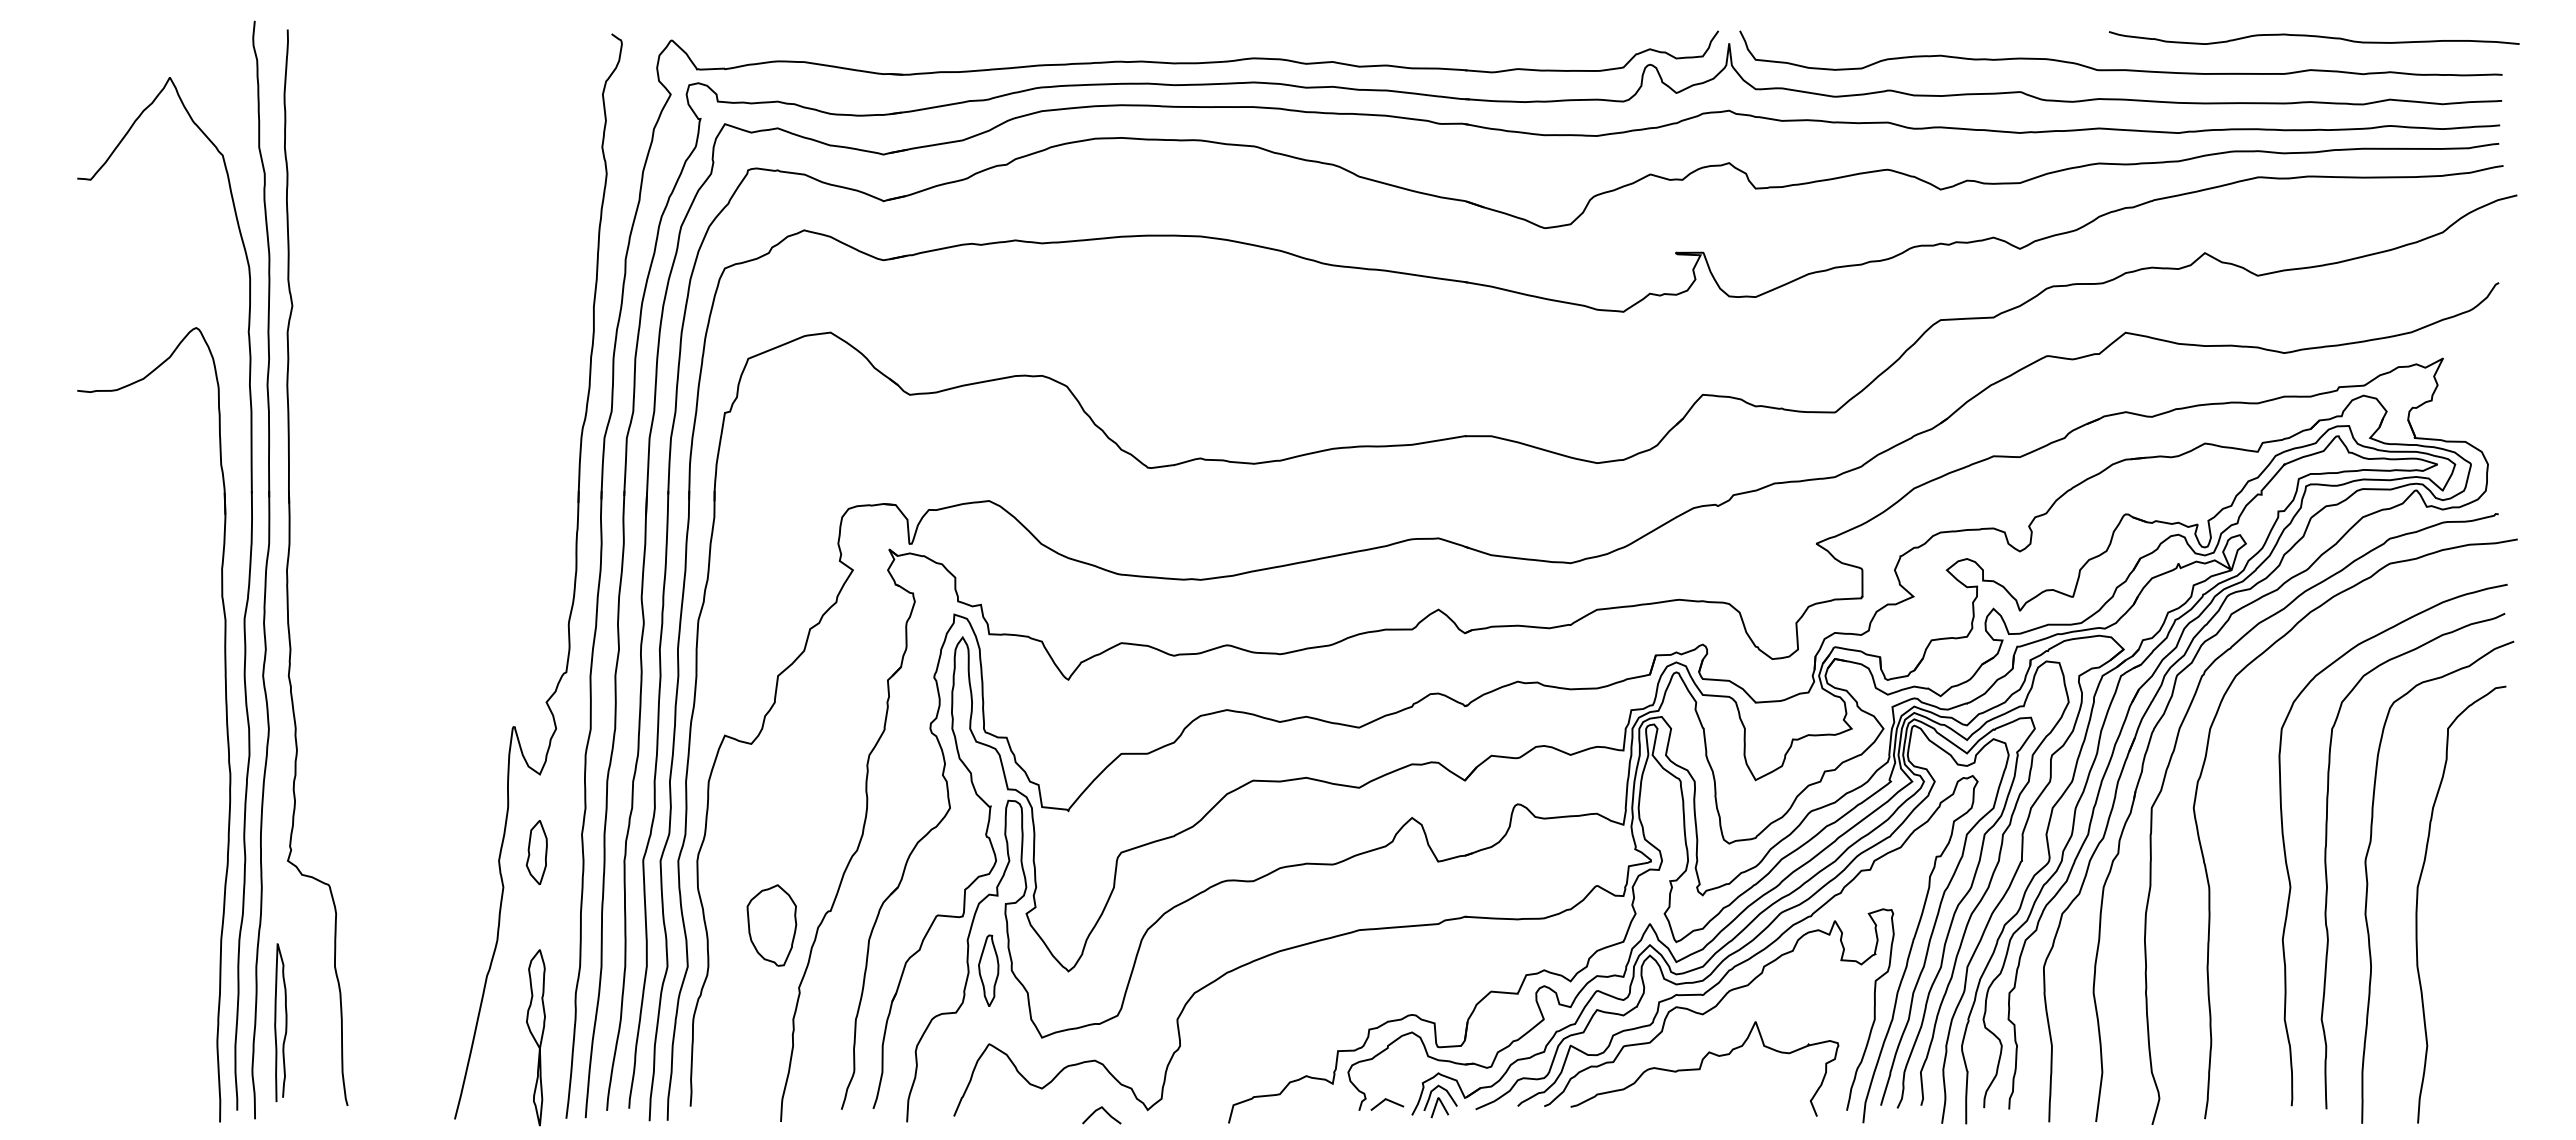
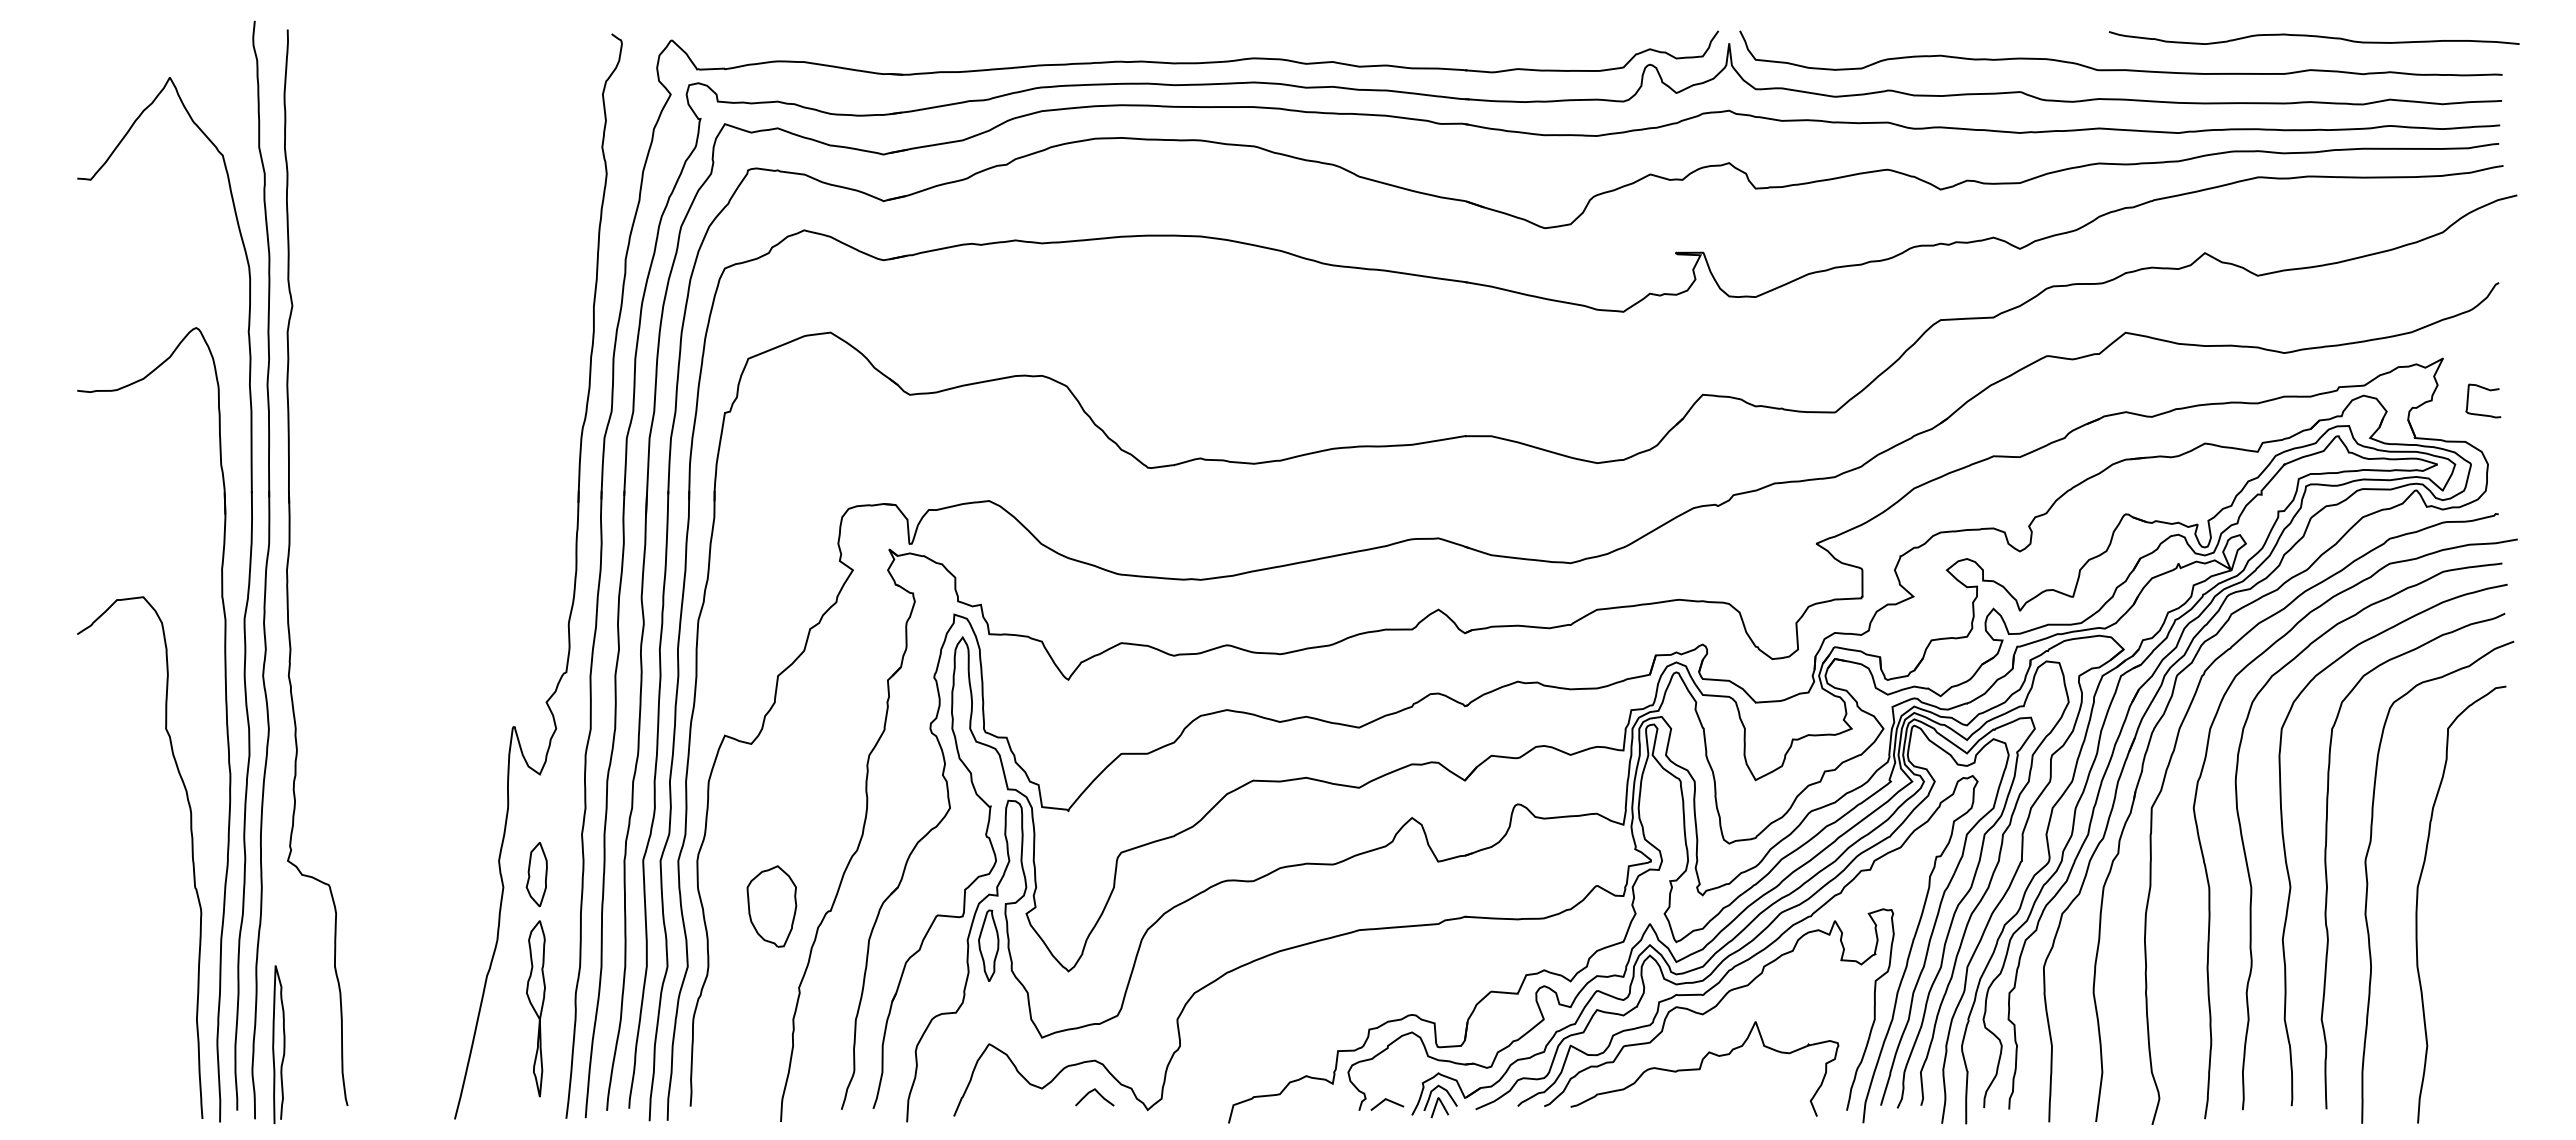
curve at (2487, 390): none -> present
part at (536, 852) position: (536, 852) -> (536, 874)
curve at (191, 855): none -> present
curve at (2247, 860): none -> present
part at (771, 925) position: (771, 925) -> (771, 906)
part at (988, 970) position: (988, 970) -> (988, 945)
curve at (276, 1022) position: (276, 1022) -> (274, 1044)
part at (535, 1037) position: (535, 1037) -> (535, 1008)
curve at (1104, 1111) position: (1104, 1111) -> (1097, 1093)
